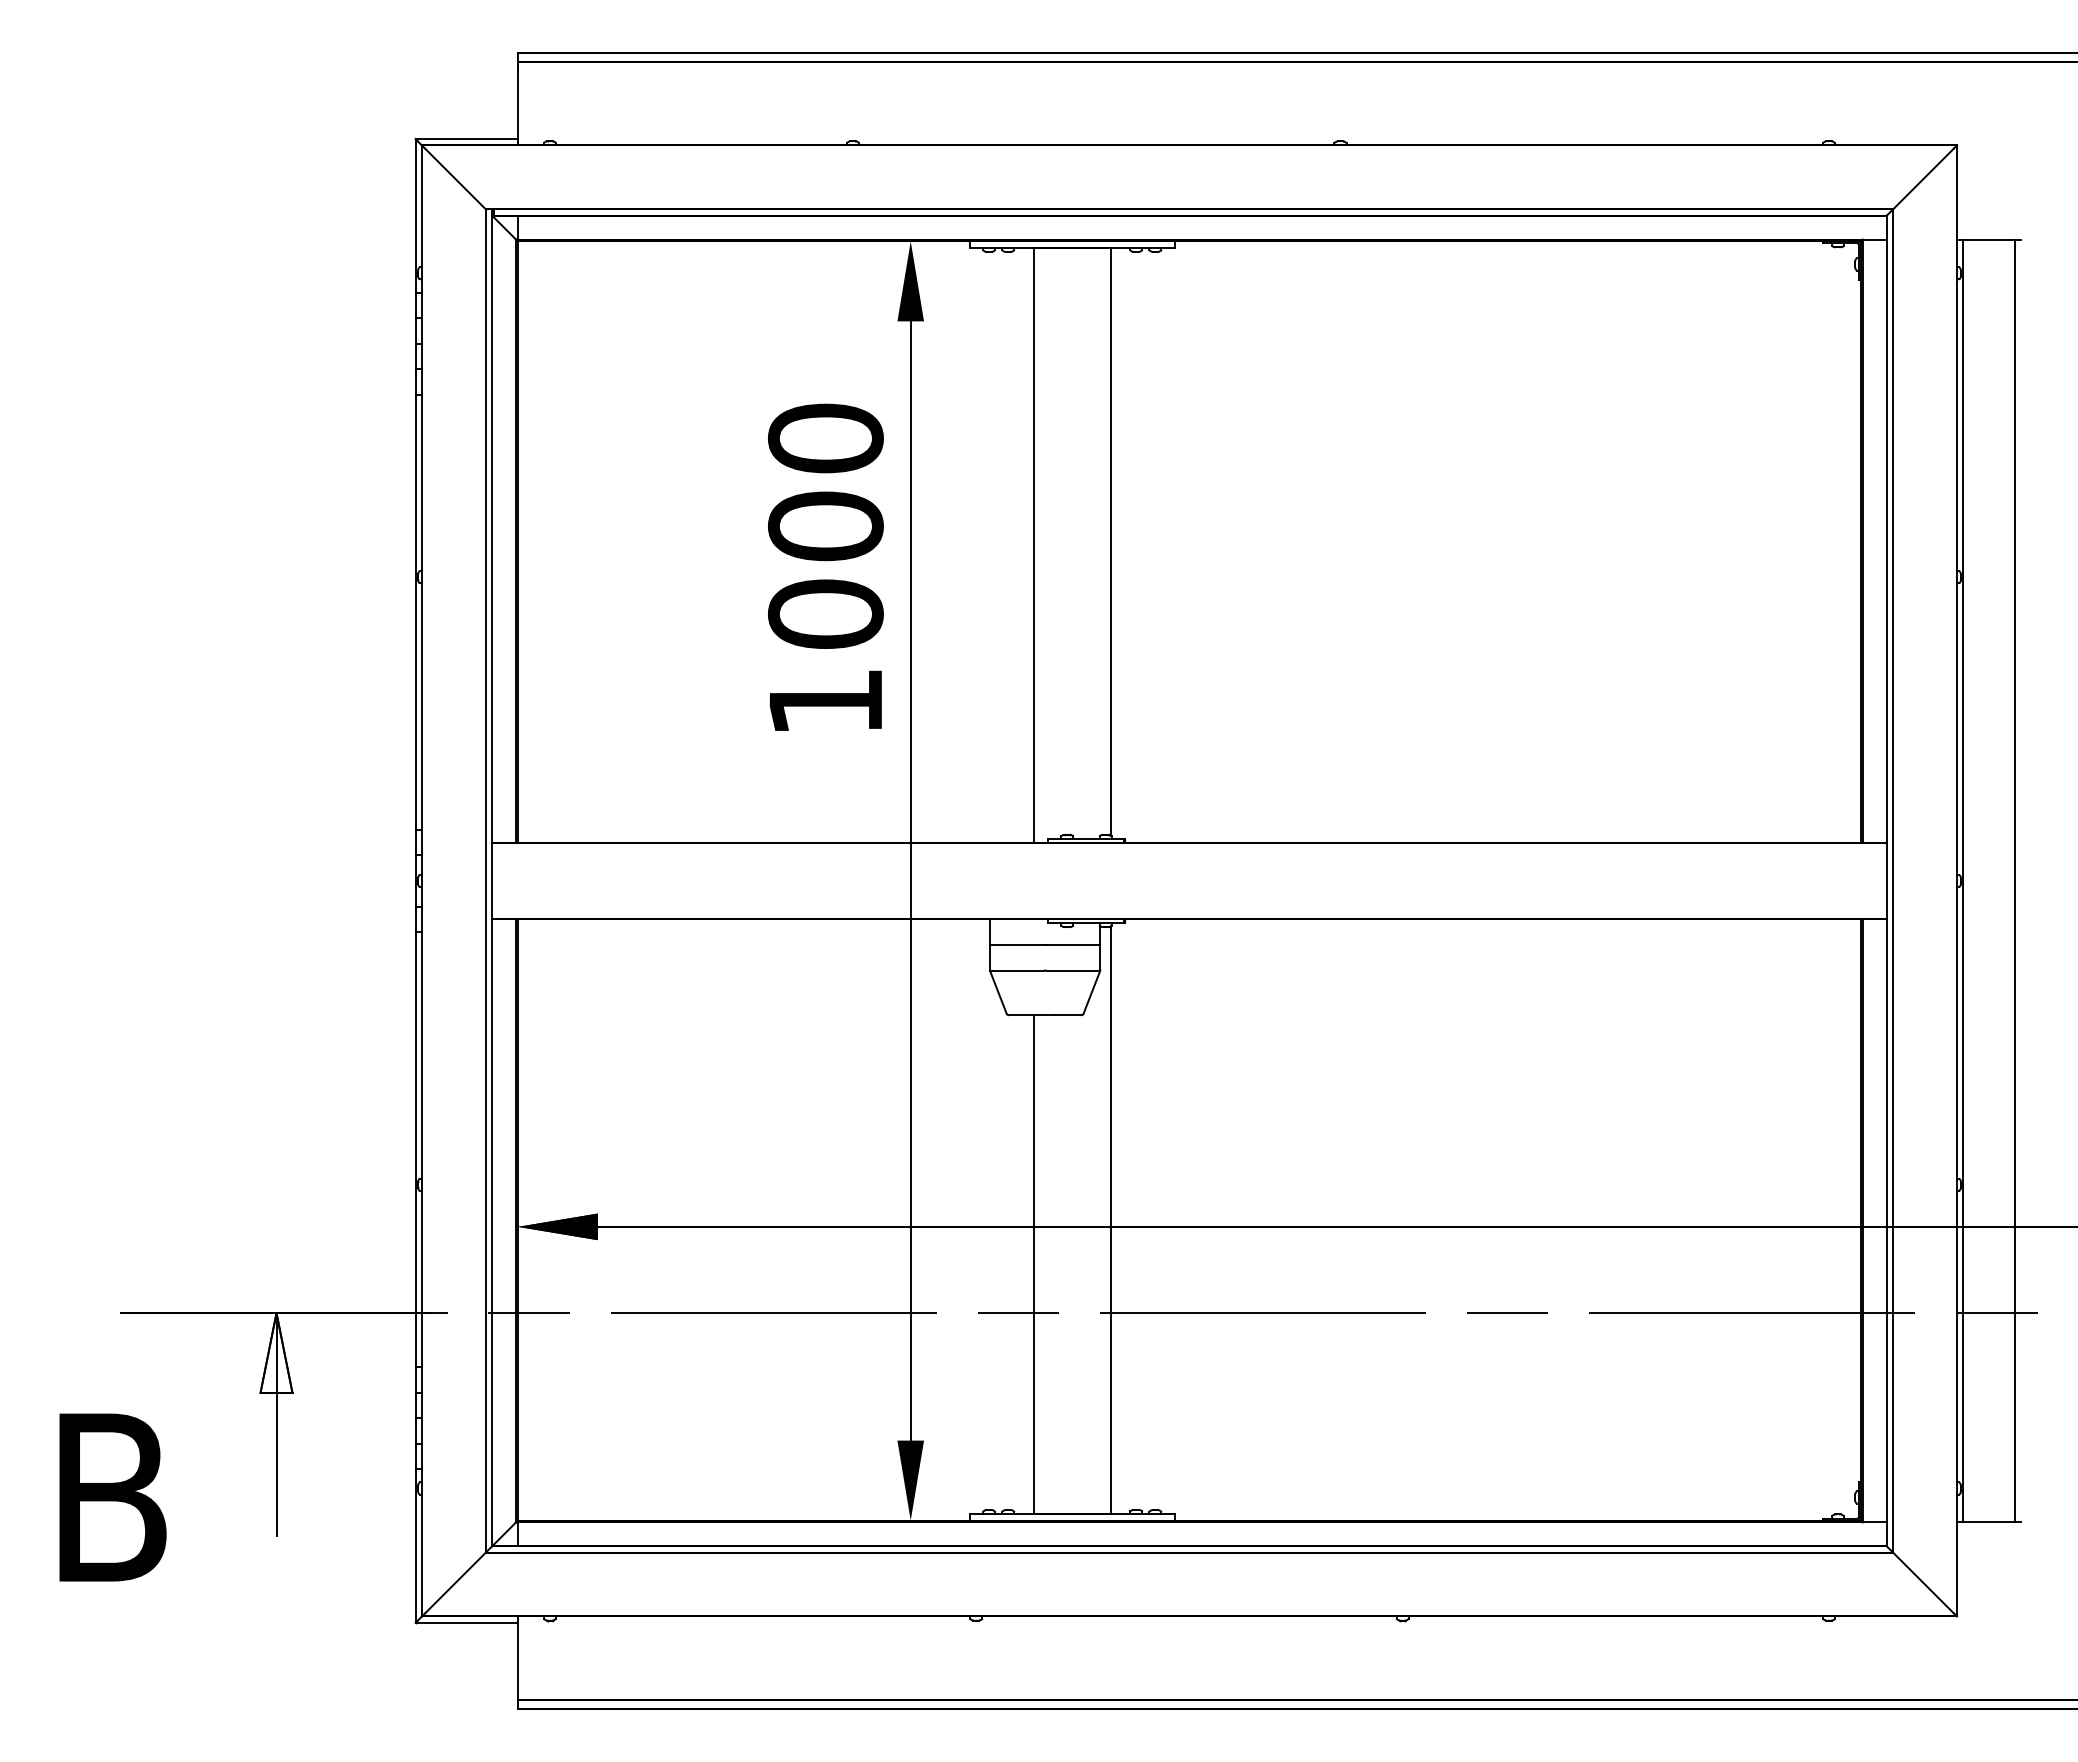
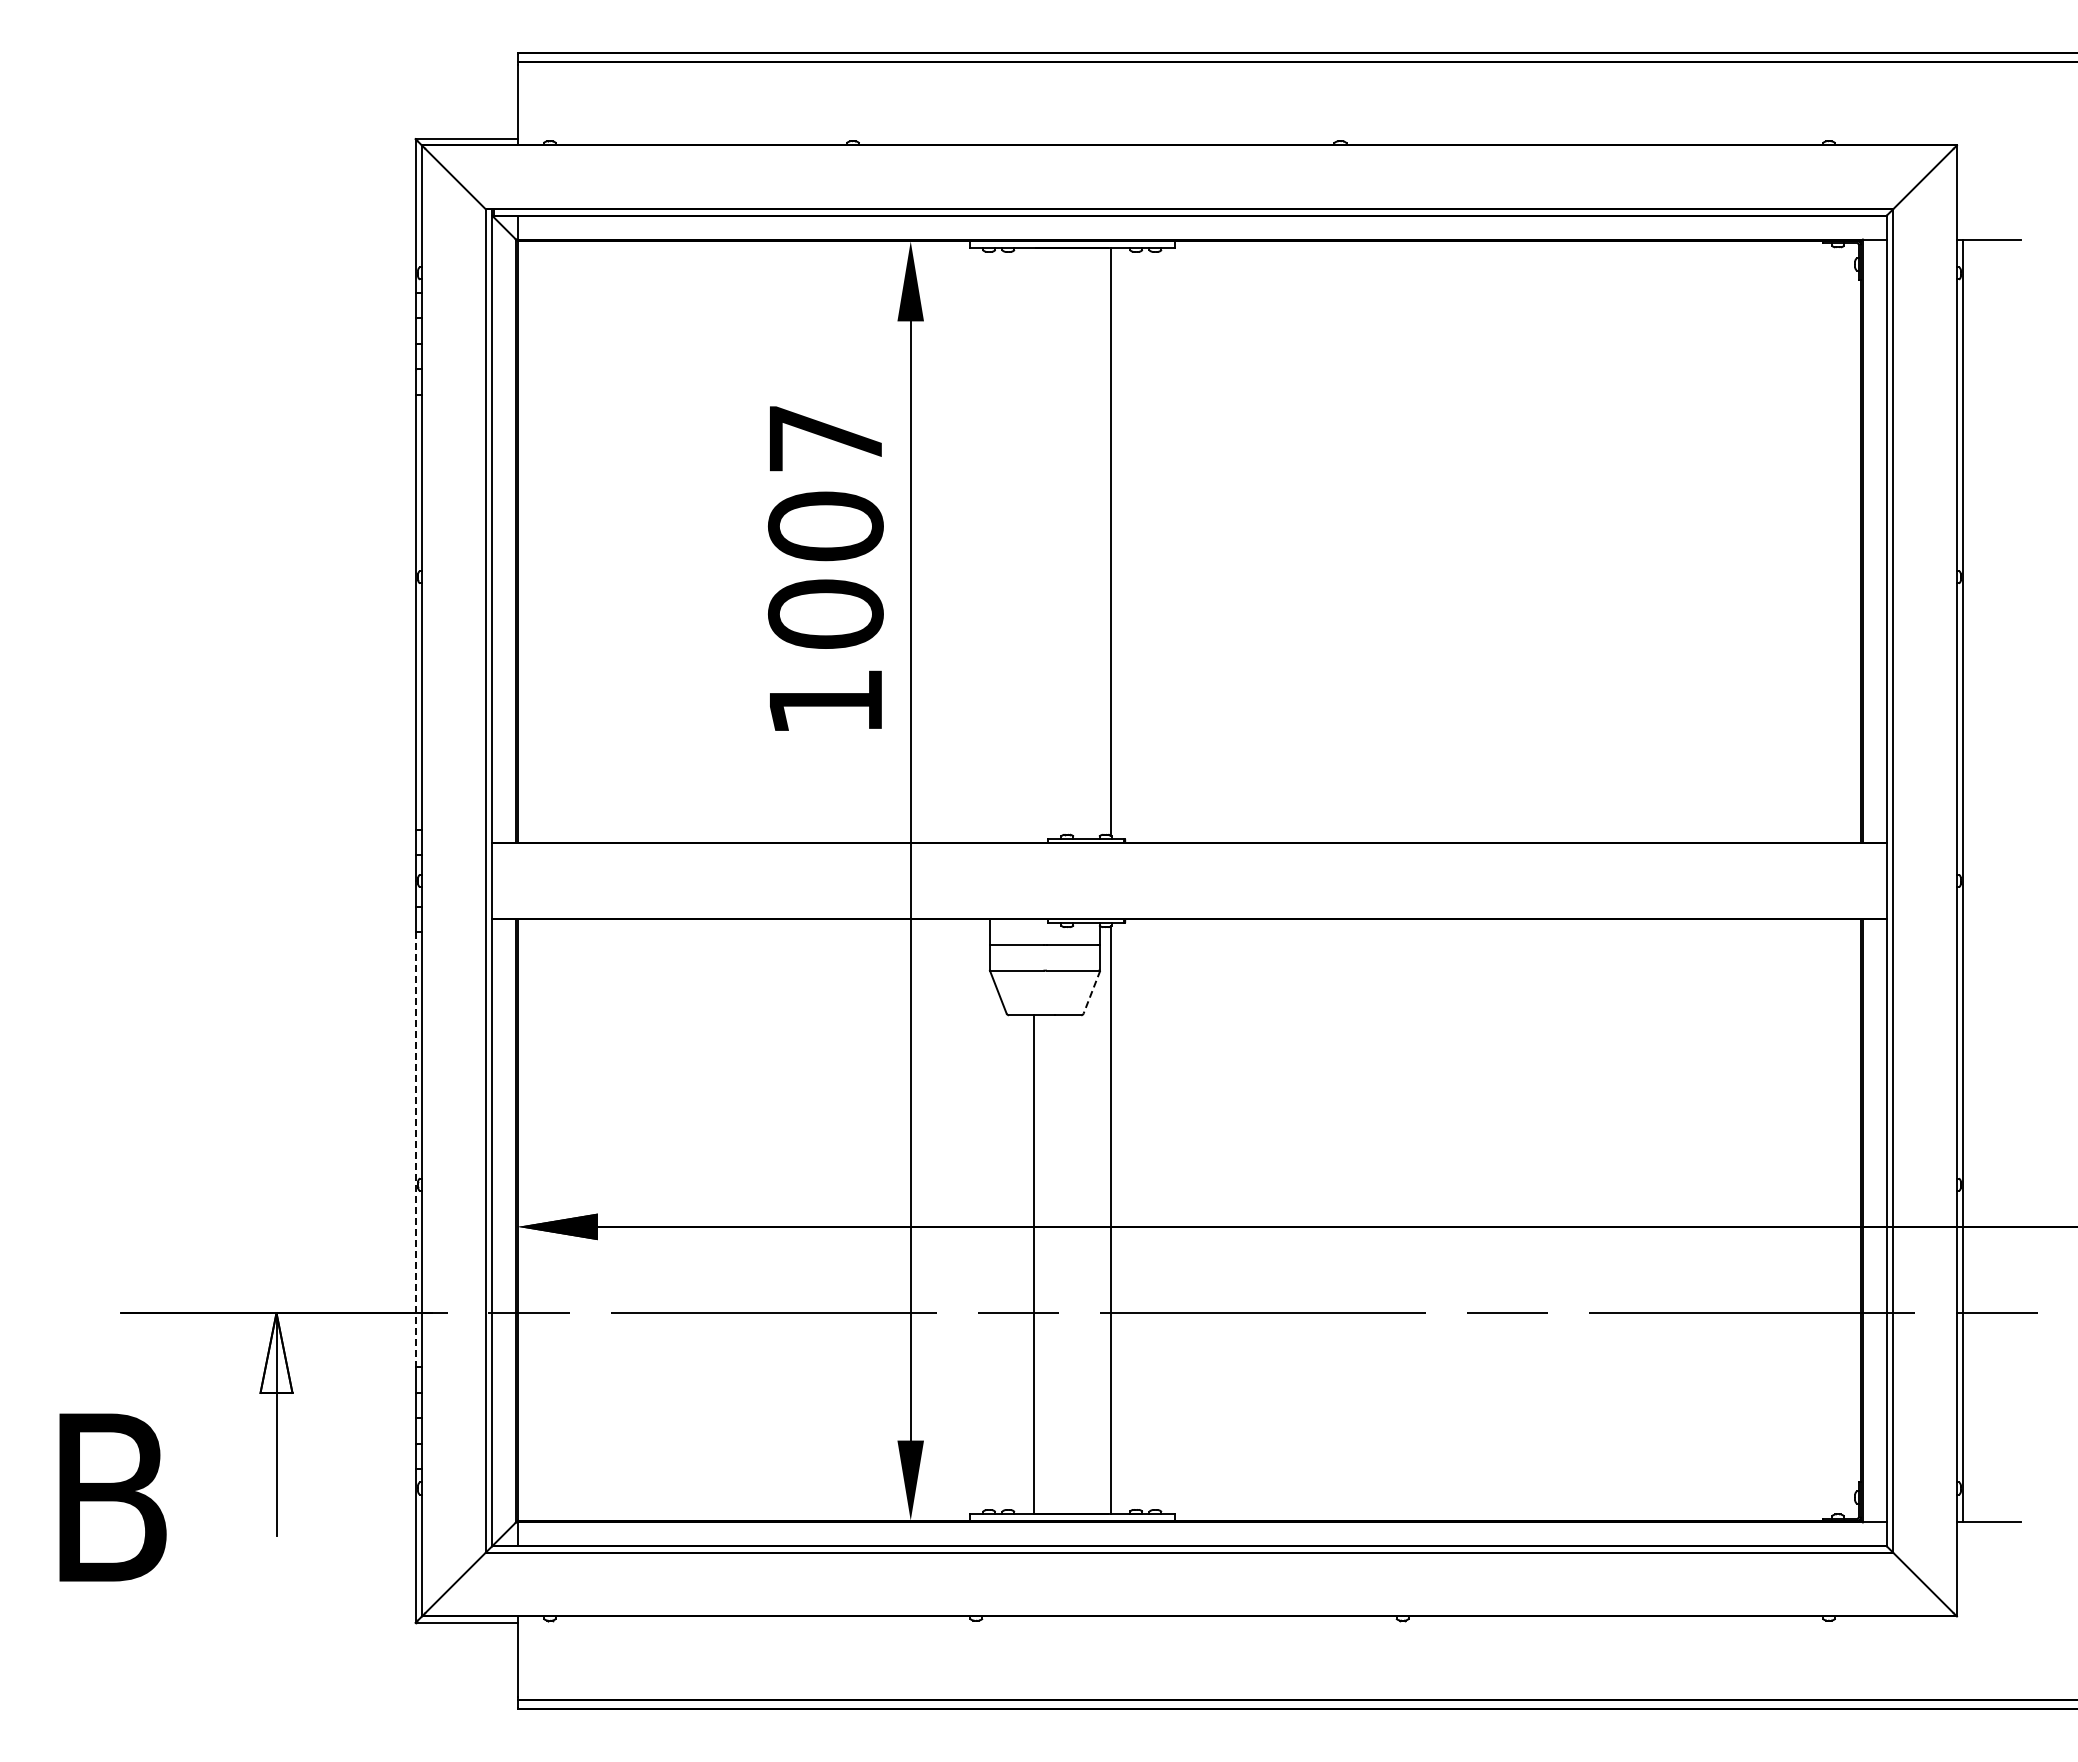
text at (825, 438): 1000 -> 1007
line at (1033, 544): present -> none
line at (2014, 880): present -> none
line at (1091, 992): solid -> dashed
line at (415, 1150): solid -> dashed
